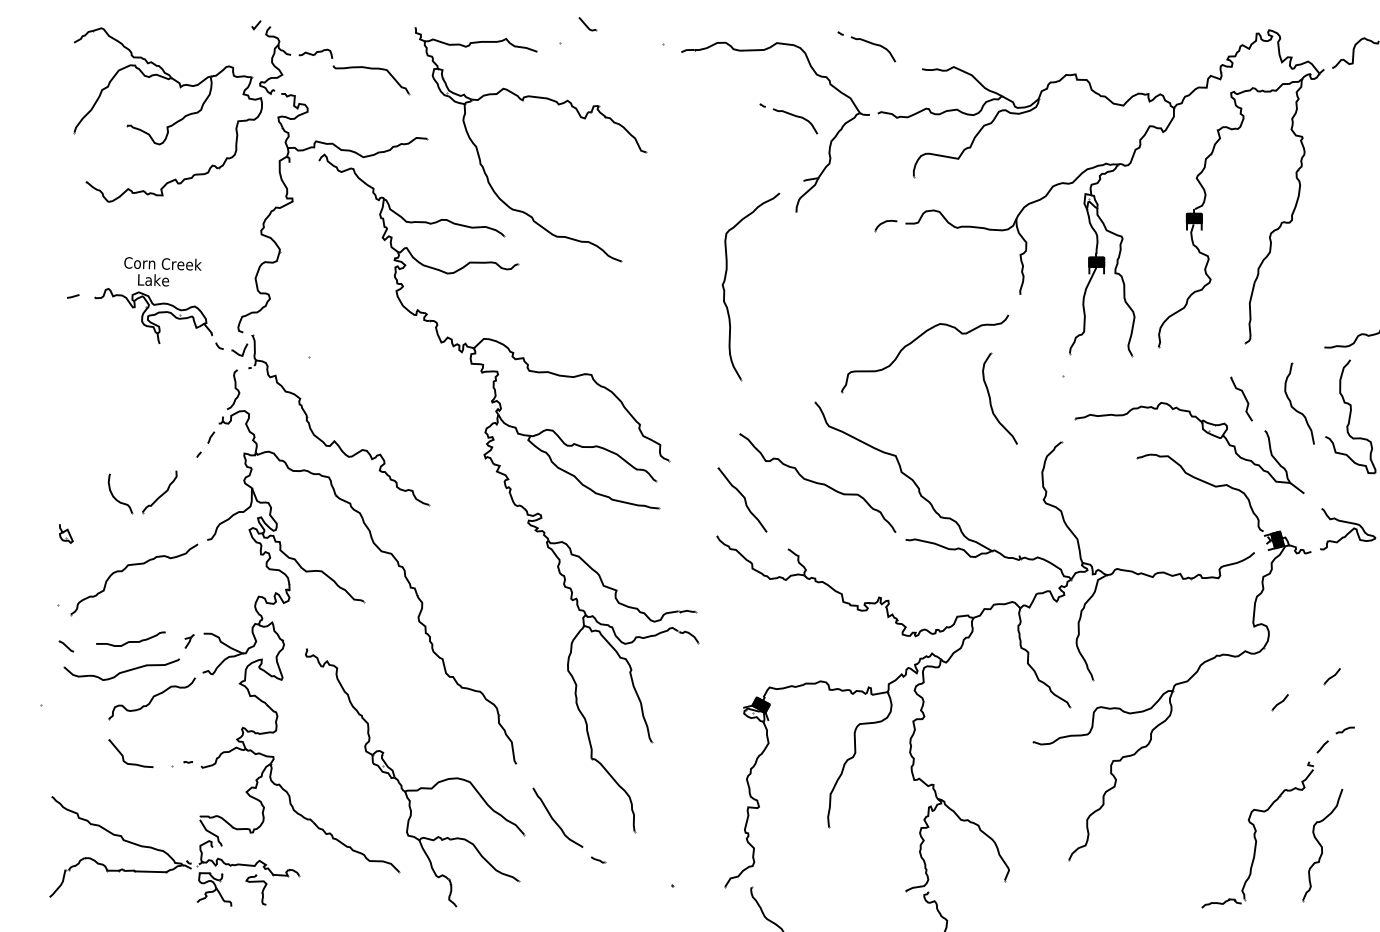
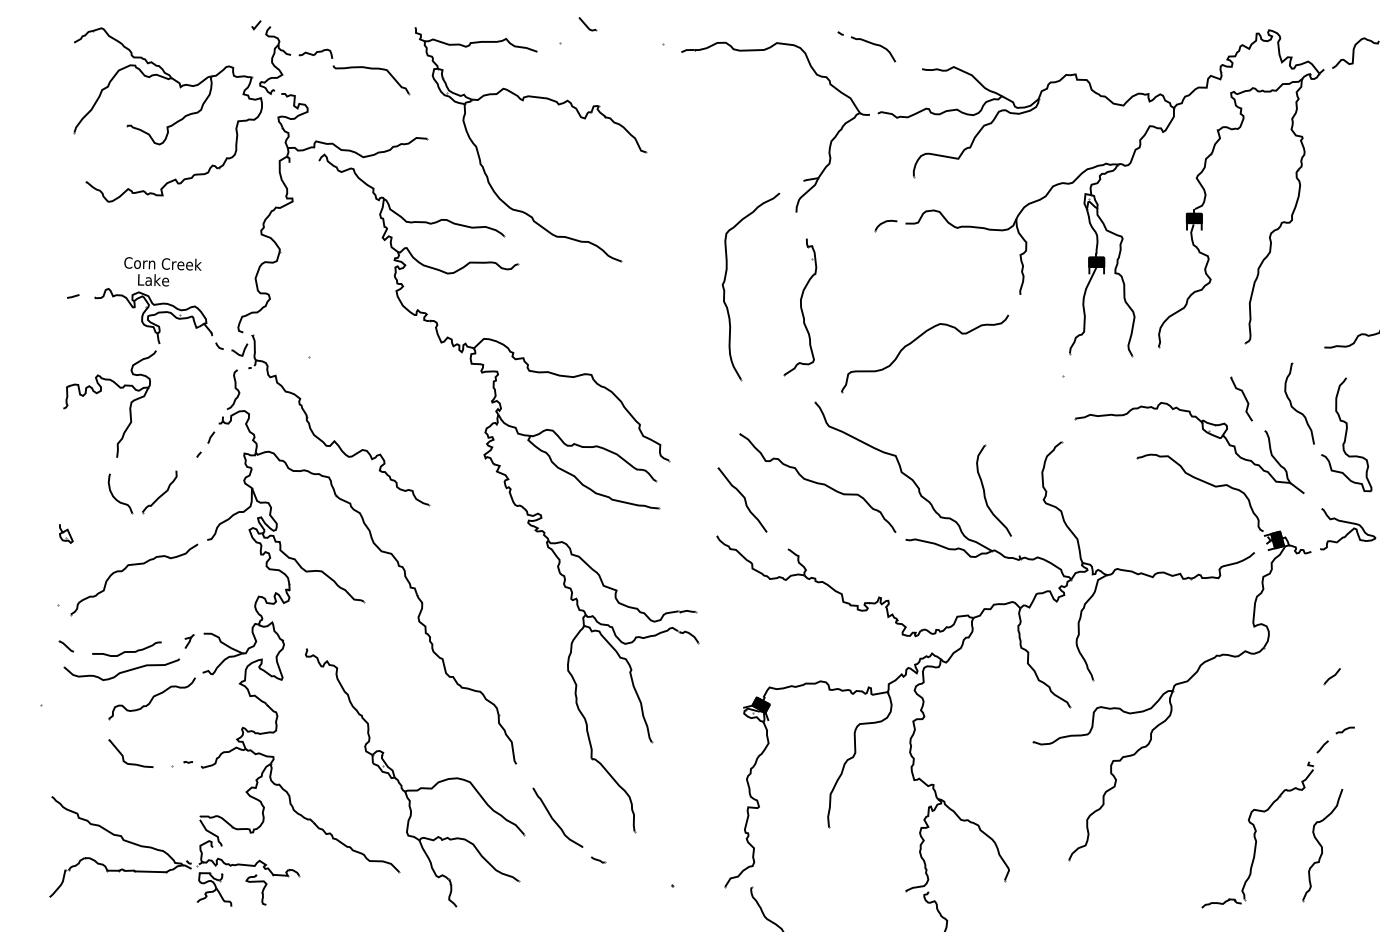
part at (788, 118): present -> none
part at (800, 307): none -> present
part at (100, 392): none -> present
part at (991, 400) position: (991, 400) -> (985, 492)
part at (1350, 416) position: (1350, 416) -> (1346, 434)
curve at (130, 641) position: (130, 641) -> (126, 651)
part at (1279, 702): present -> none
